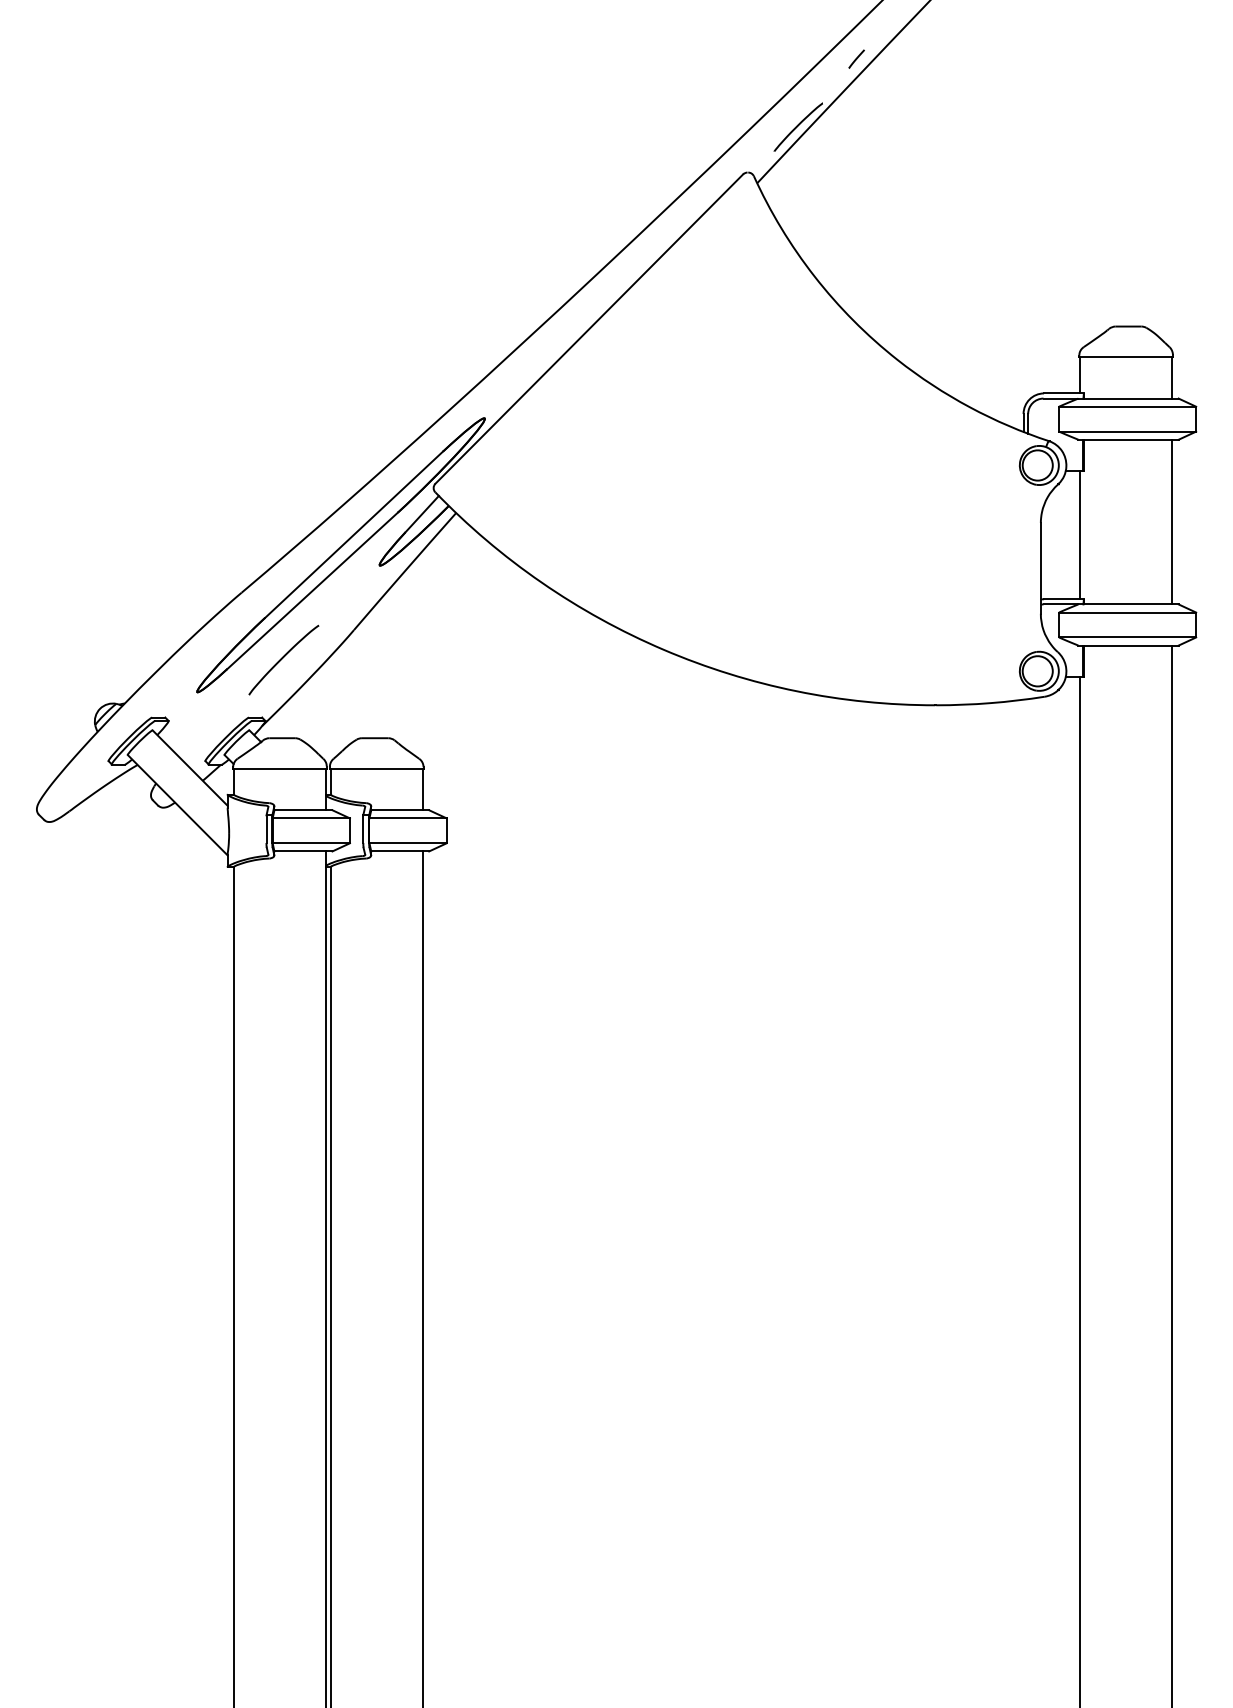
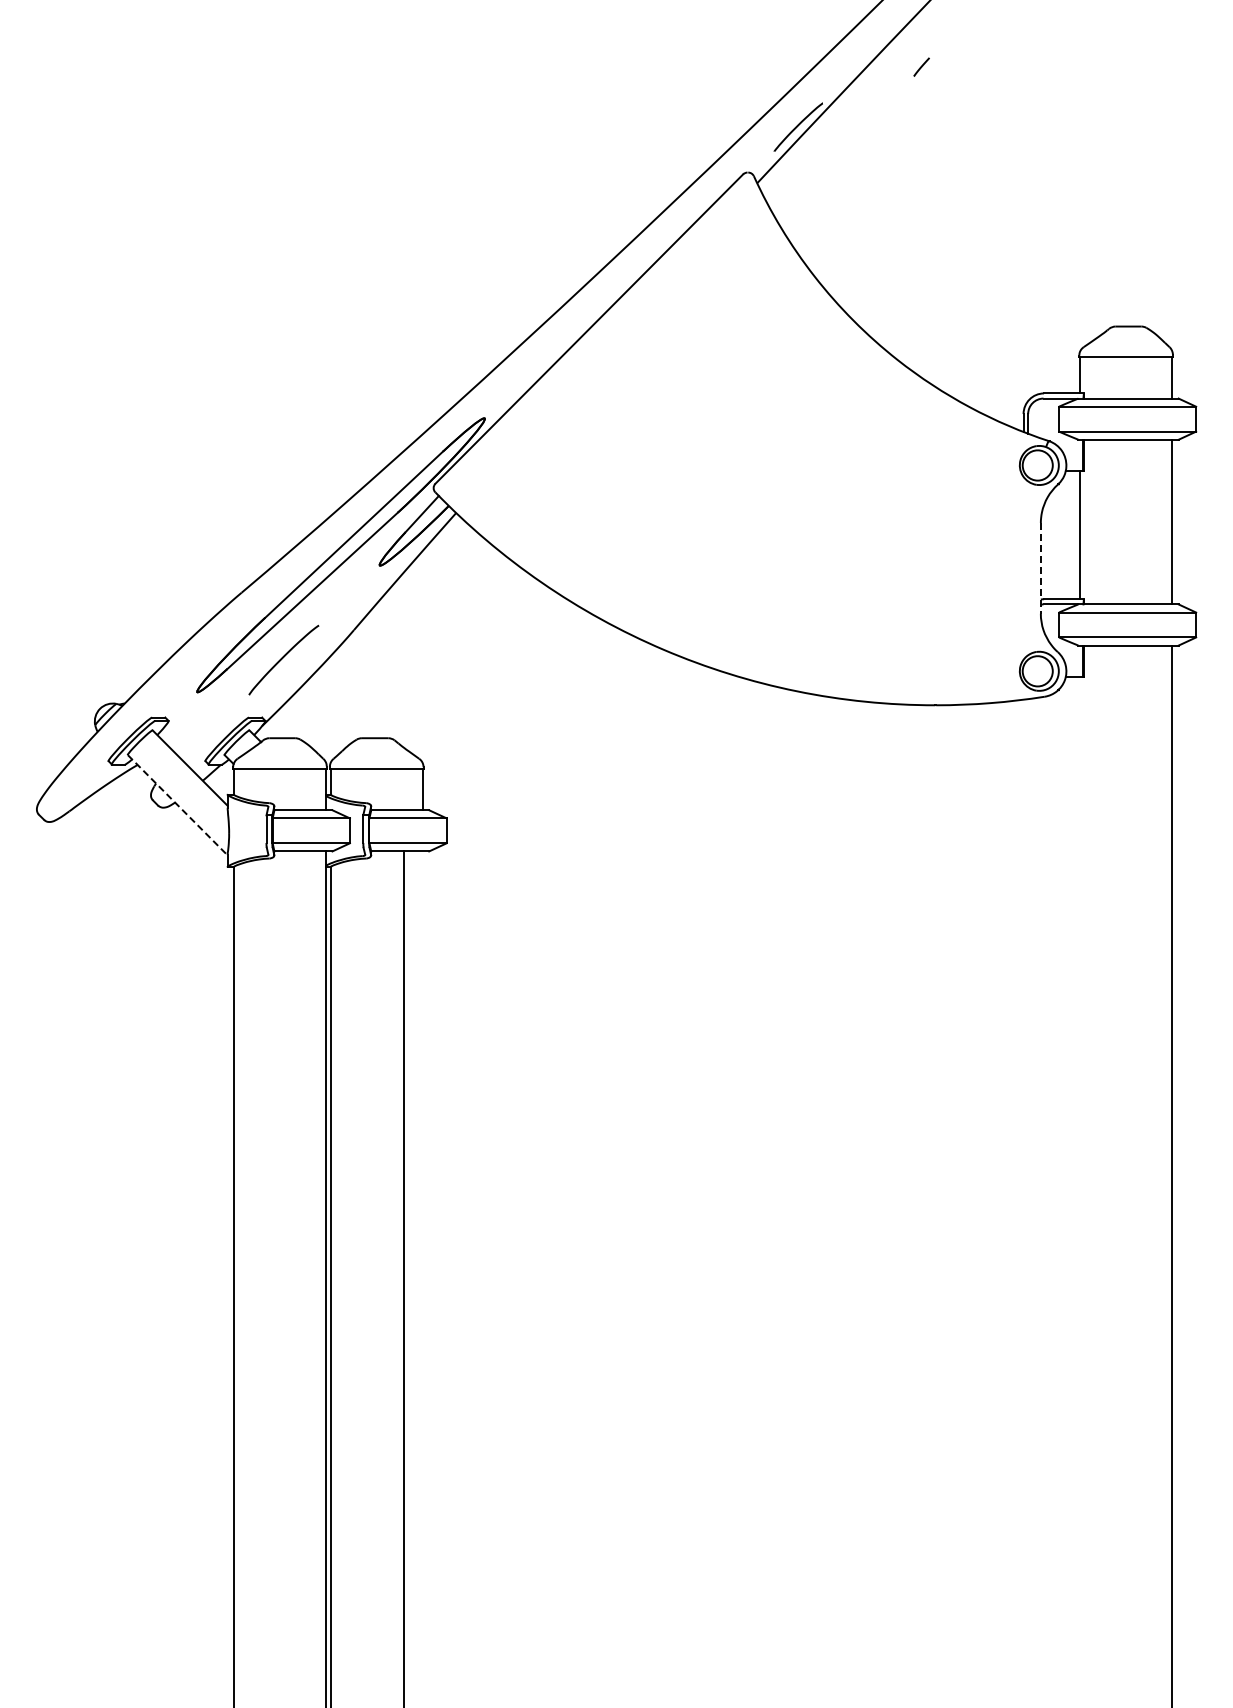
line at (856, 58) position: (856, 58) -> (921, 66)
line at (1040, 568): solid -> dashed
line at (177, 805): solid -> dashed
line at (1080, 1190): present -> none
line at (422, 1277) position: (422, 1277) -> (403, 1277)
